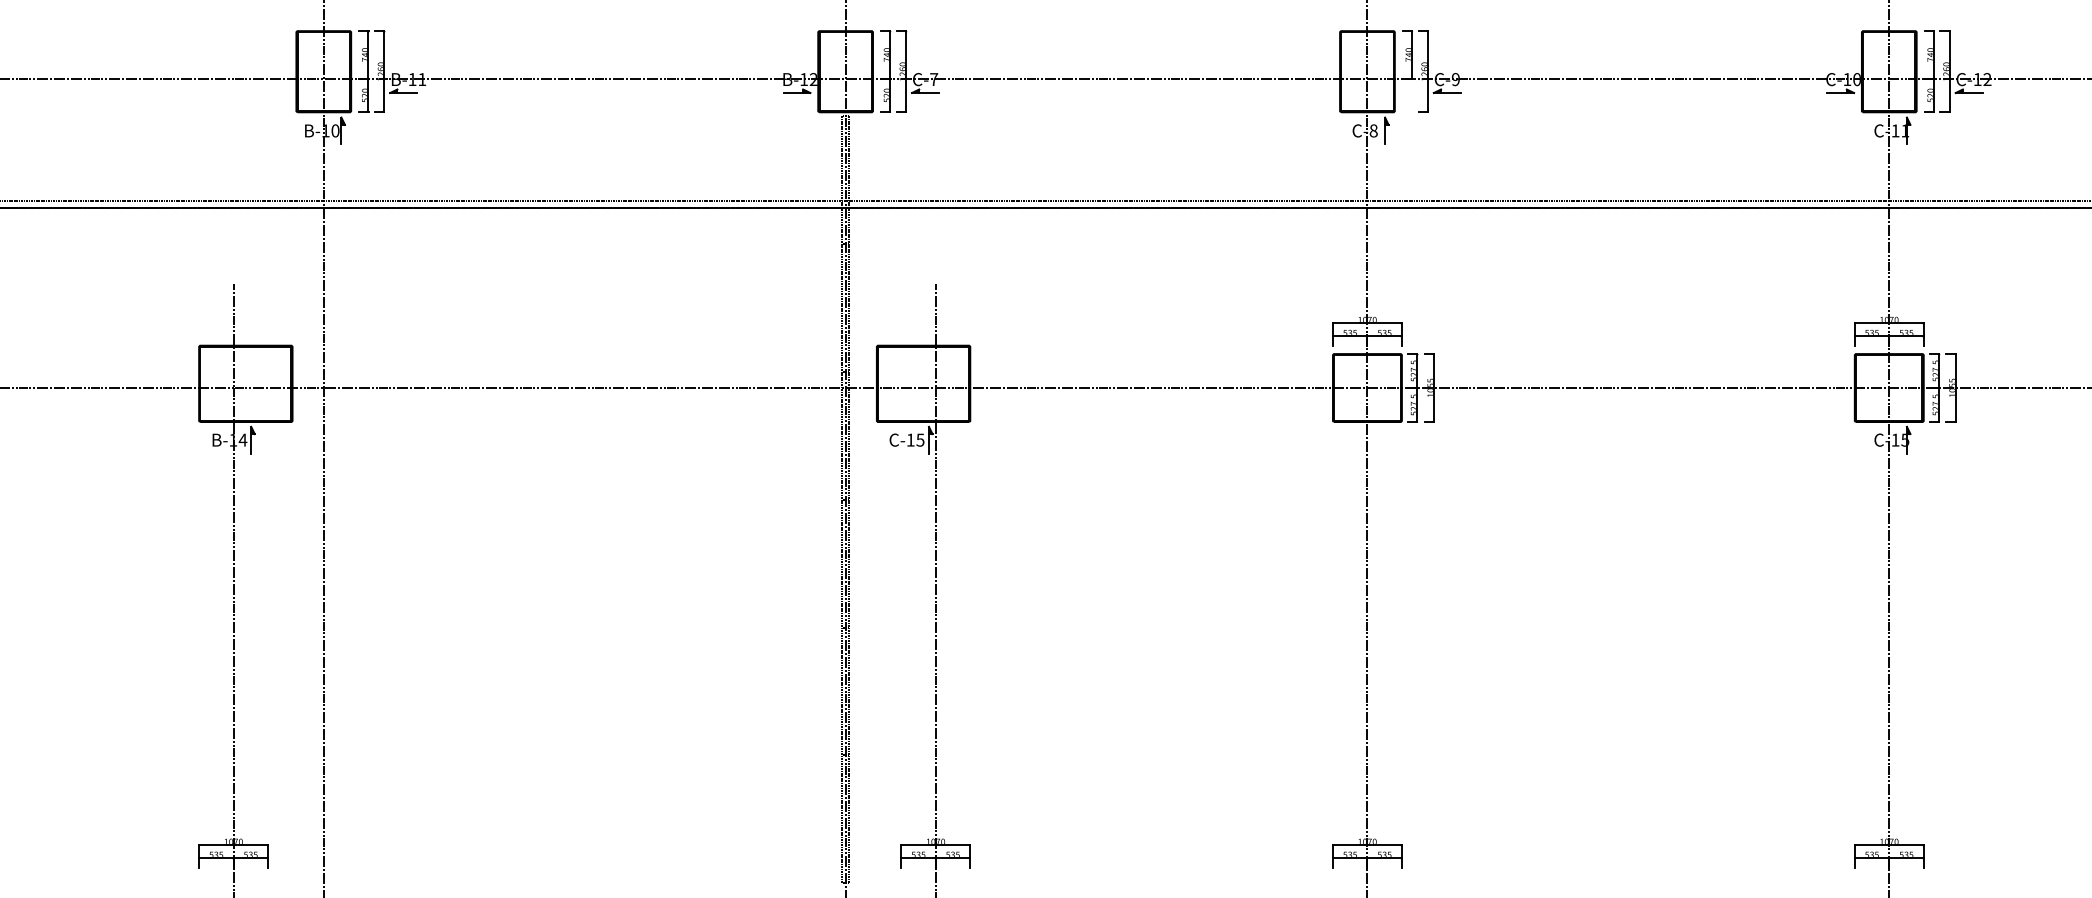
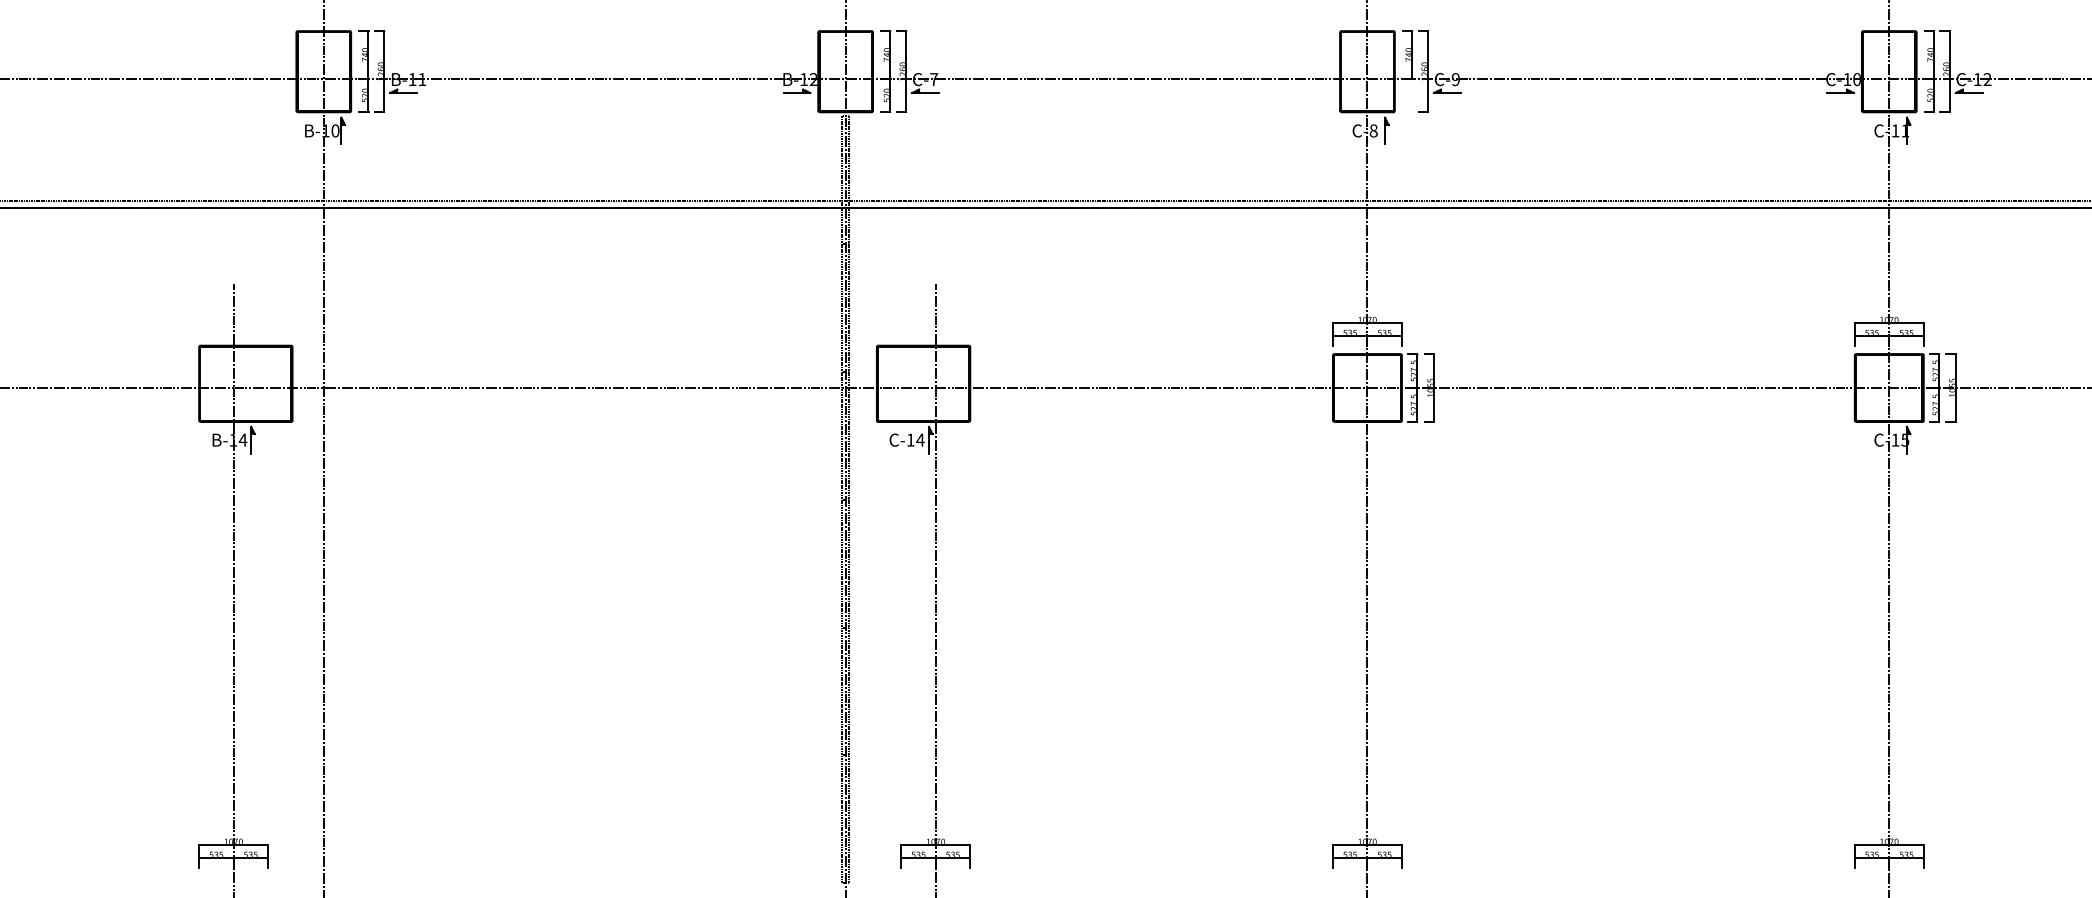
text at (920, 439): C-15 -> C-14
